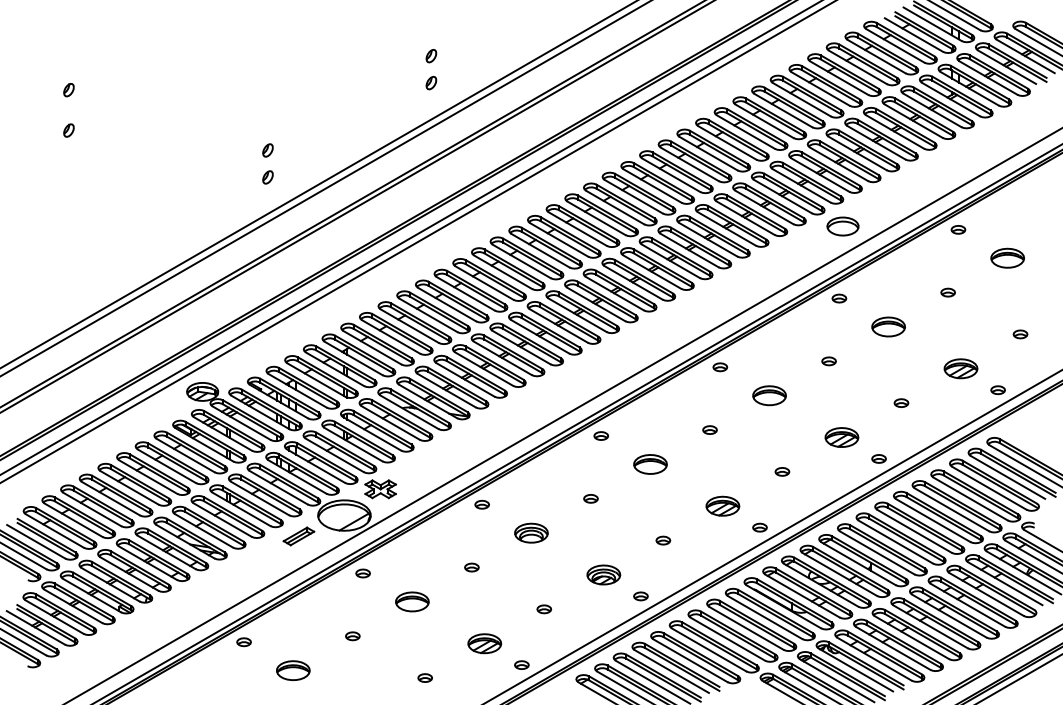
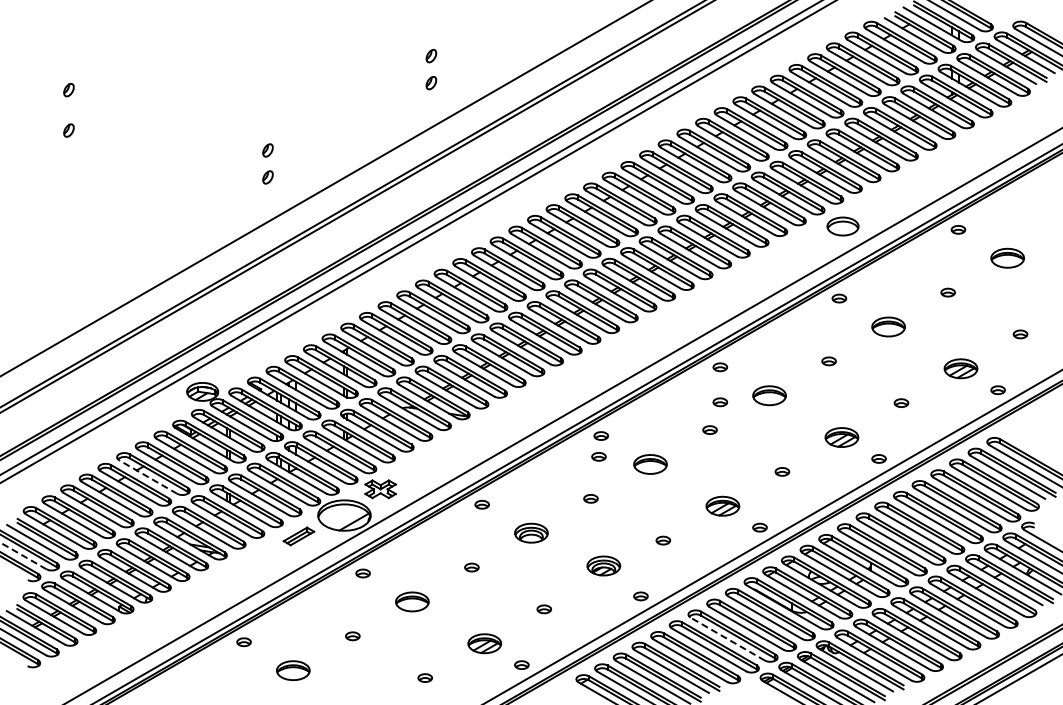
line at (318, 184): present -> none
part at (720, 402): none -> present
part at (598, 456): none -> present
line at (148, 477): solid -> dashed
line at (23, 555): solid -> dashed
part at (603, 574) position: (603, 574) -> (603, 565)
line at (727, 639): solid -> dashed
